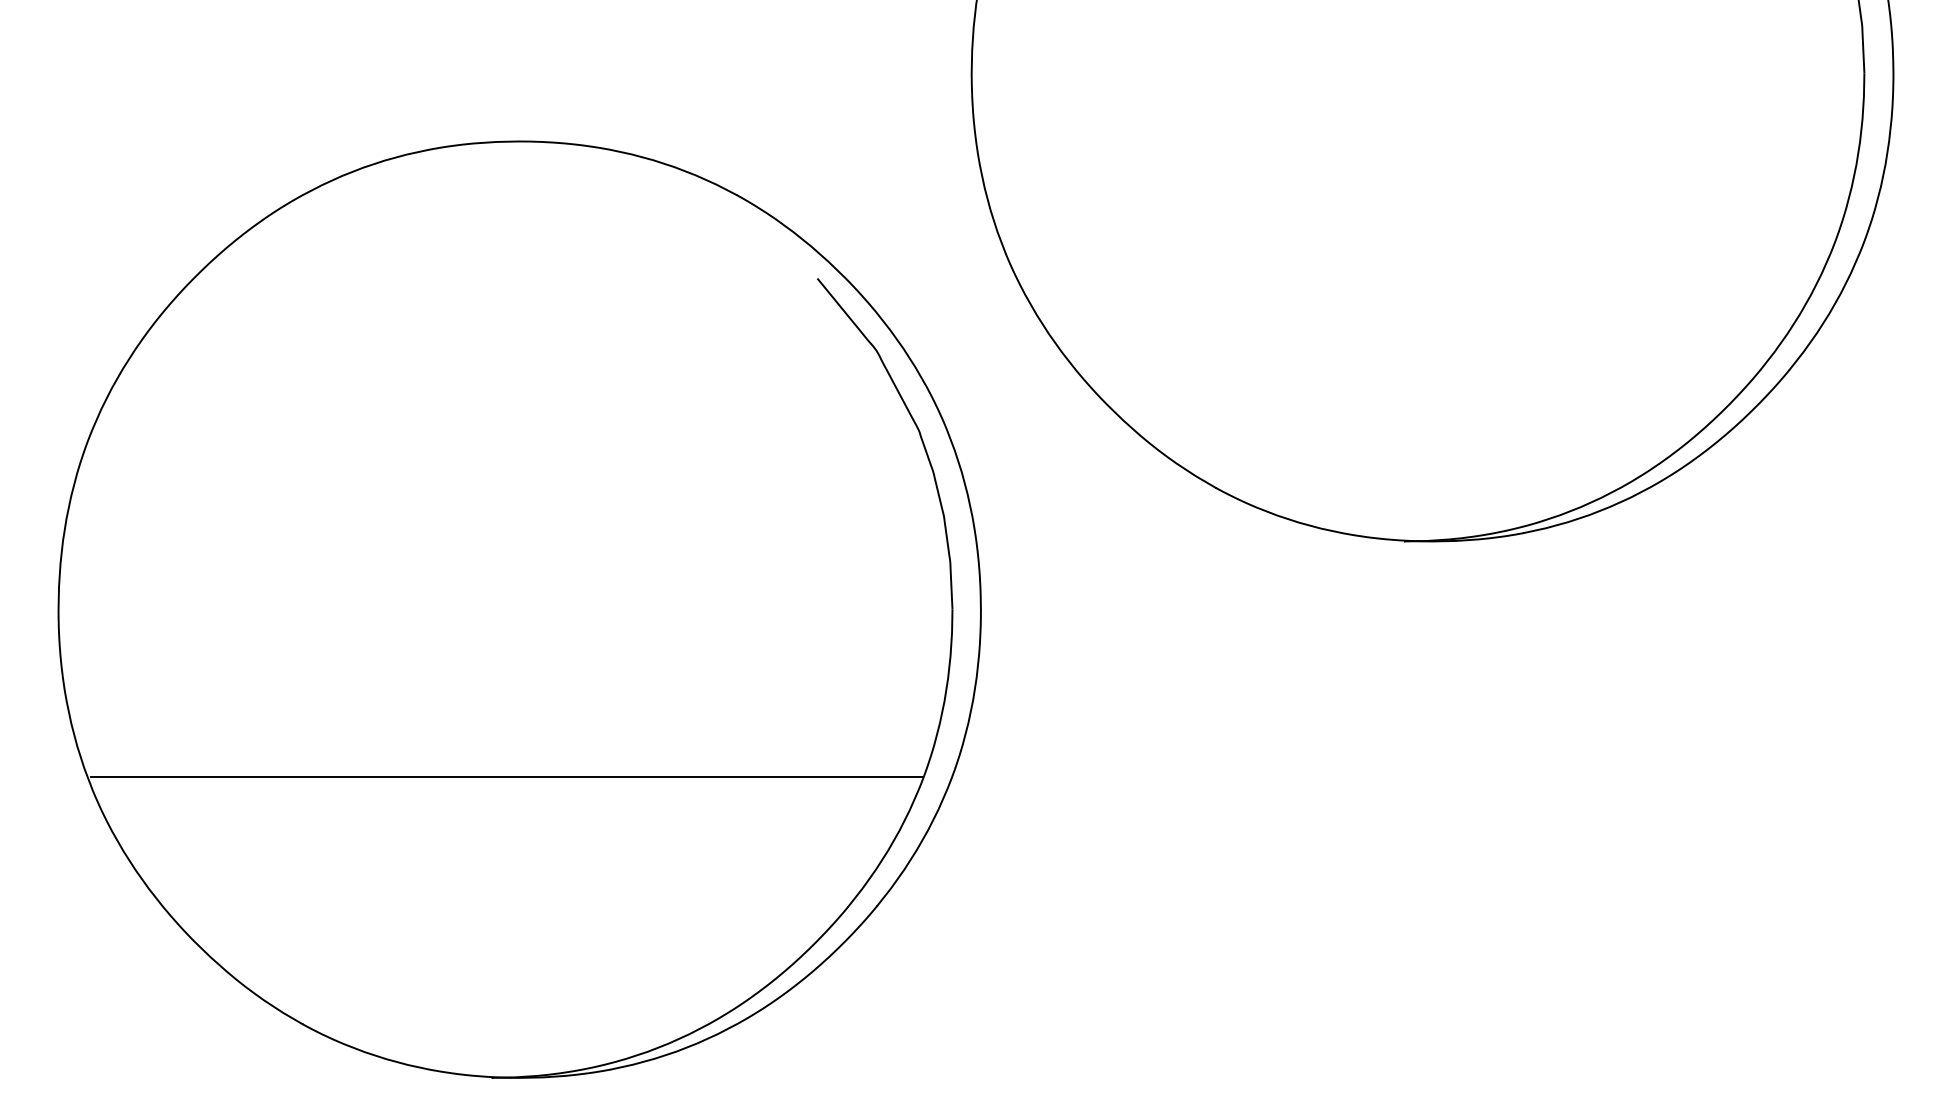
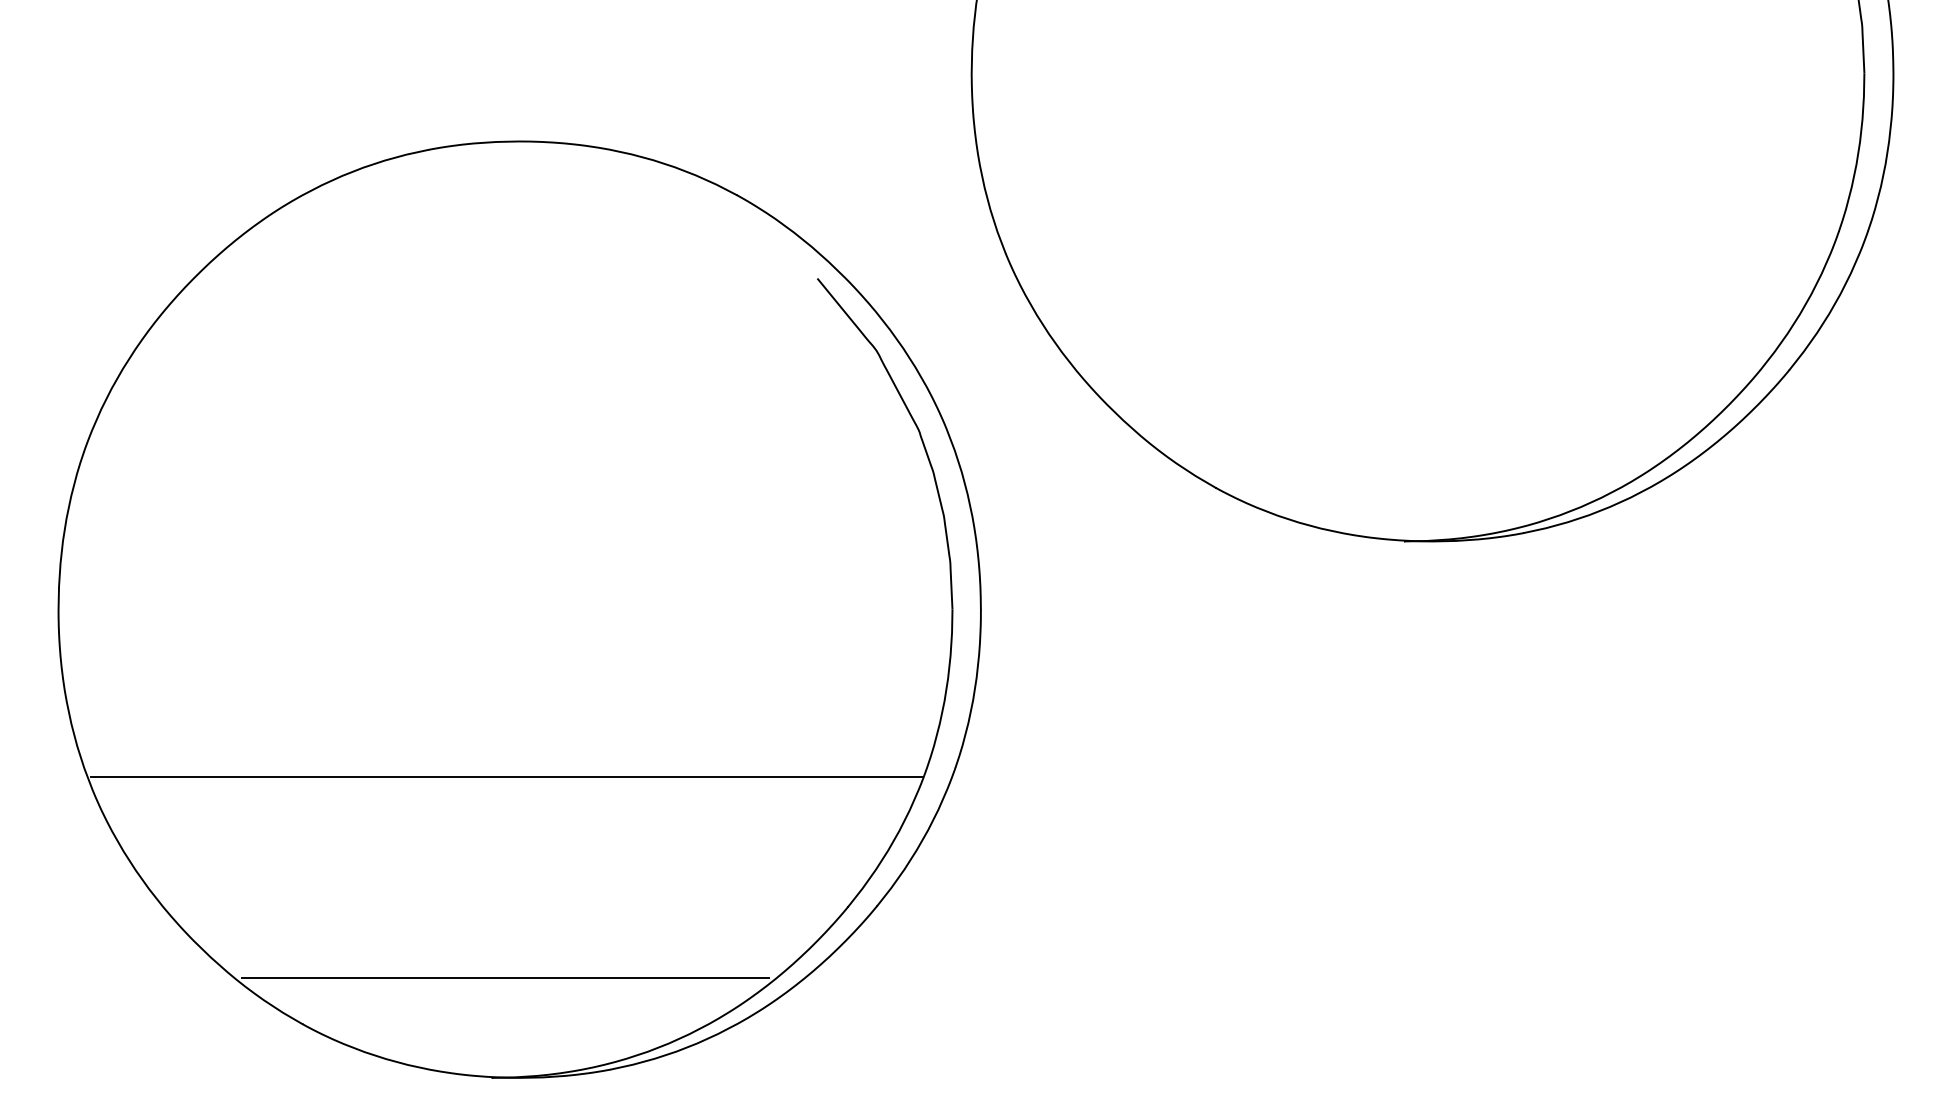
line at (505, 977): none -> present
